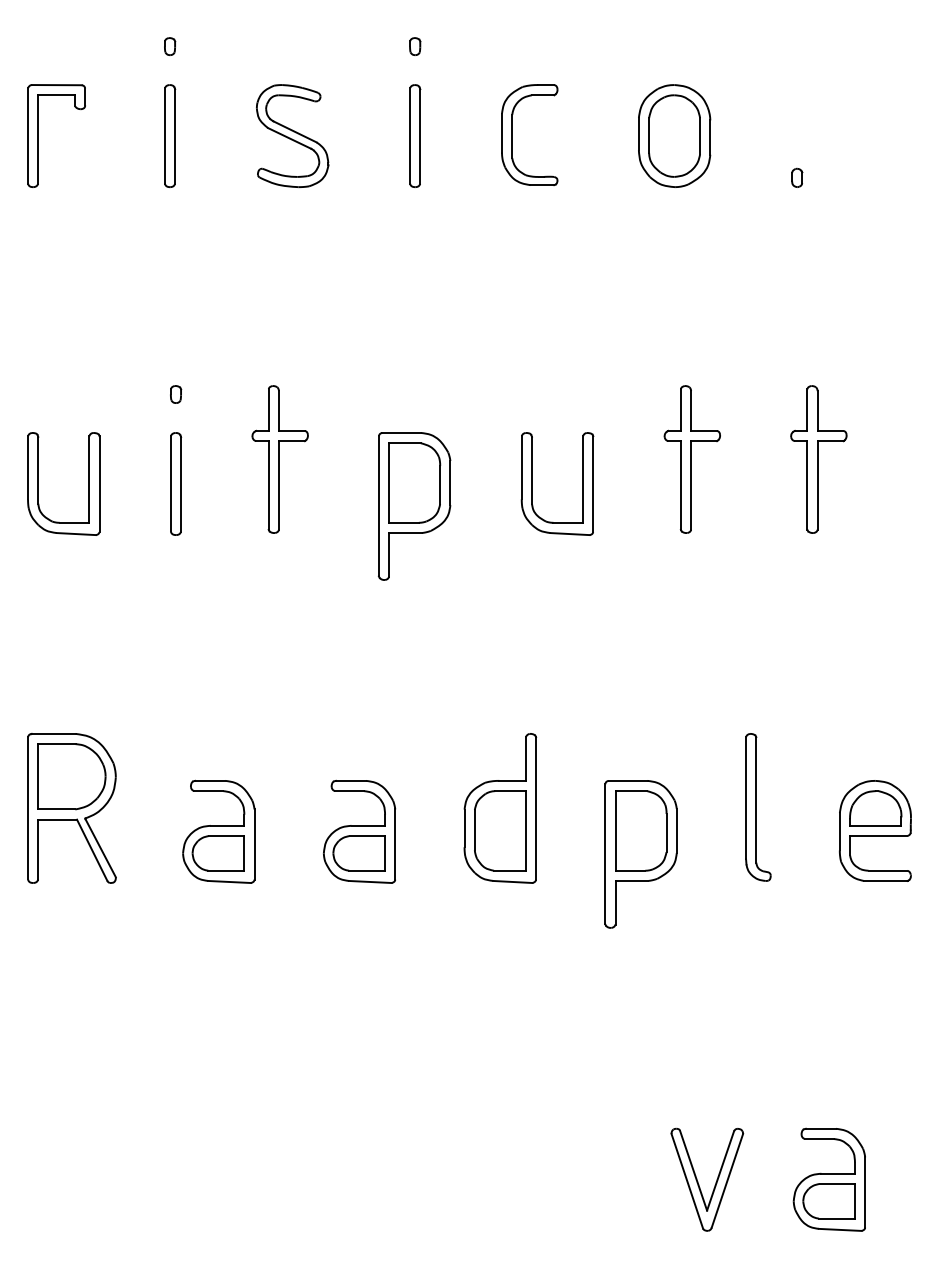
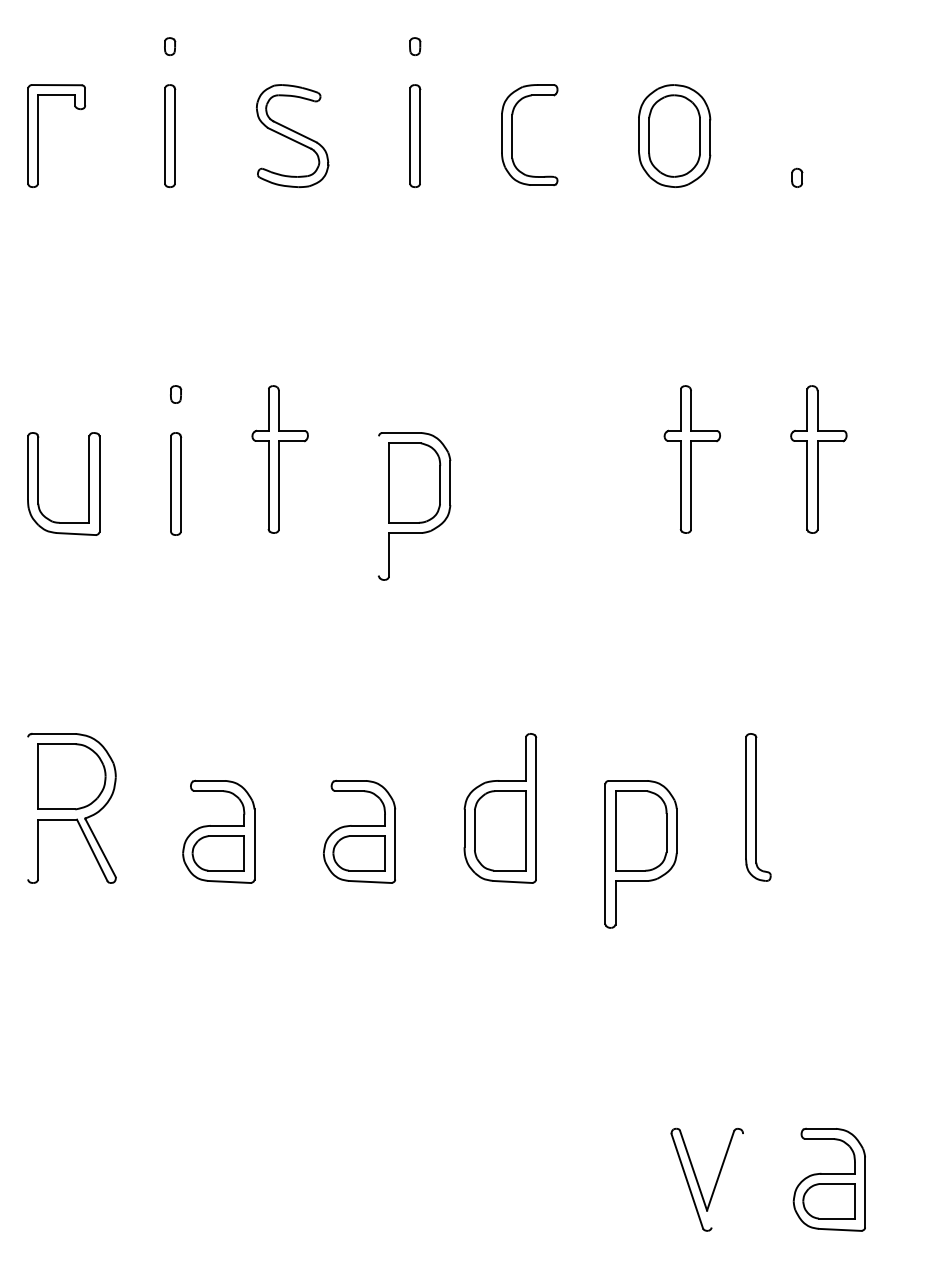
part at (532, 483): present -> none
line at (378, 506): present -> none
line at (28, 808): present -> none
part at (875, 830): present -> none
line at (727, 1180): present -> none
